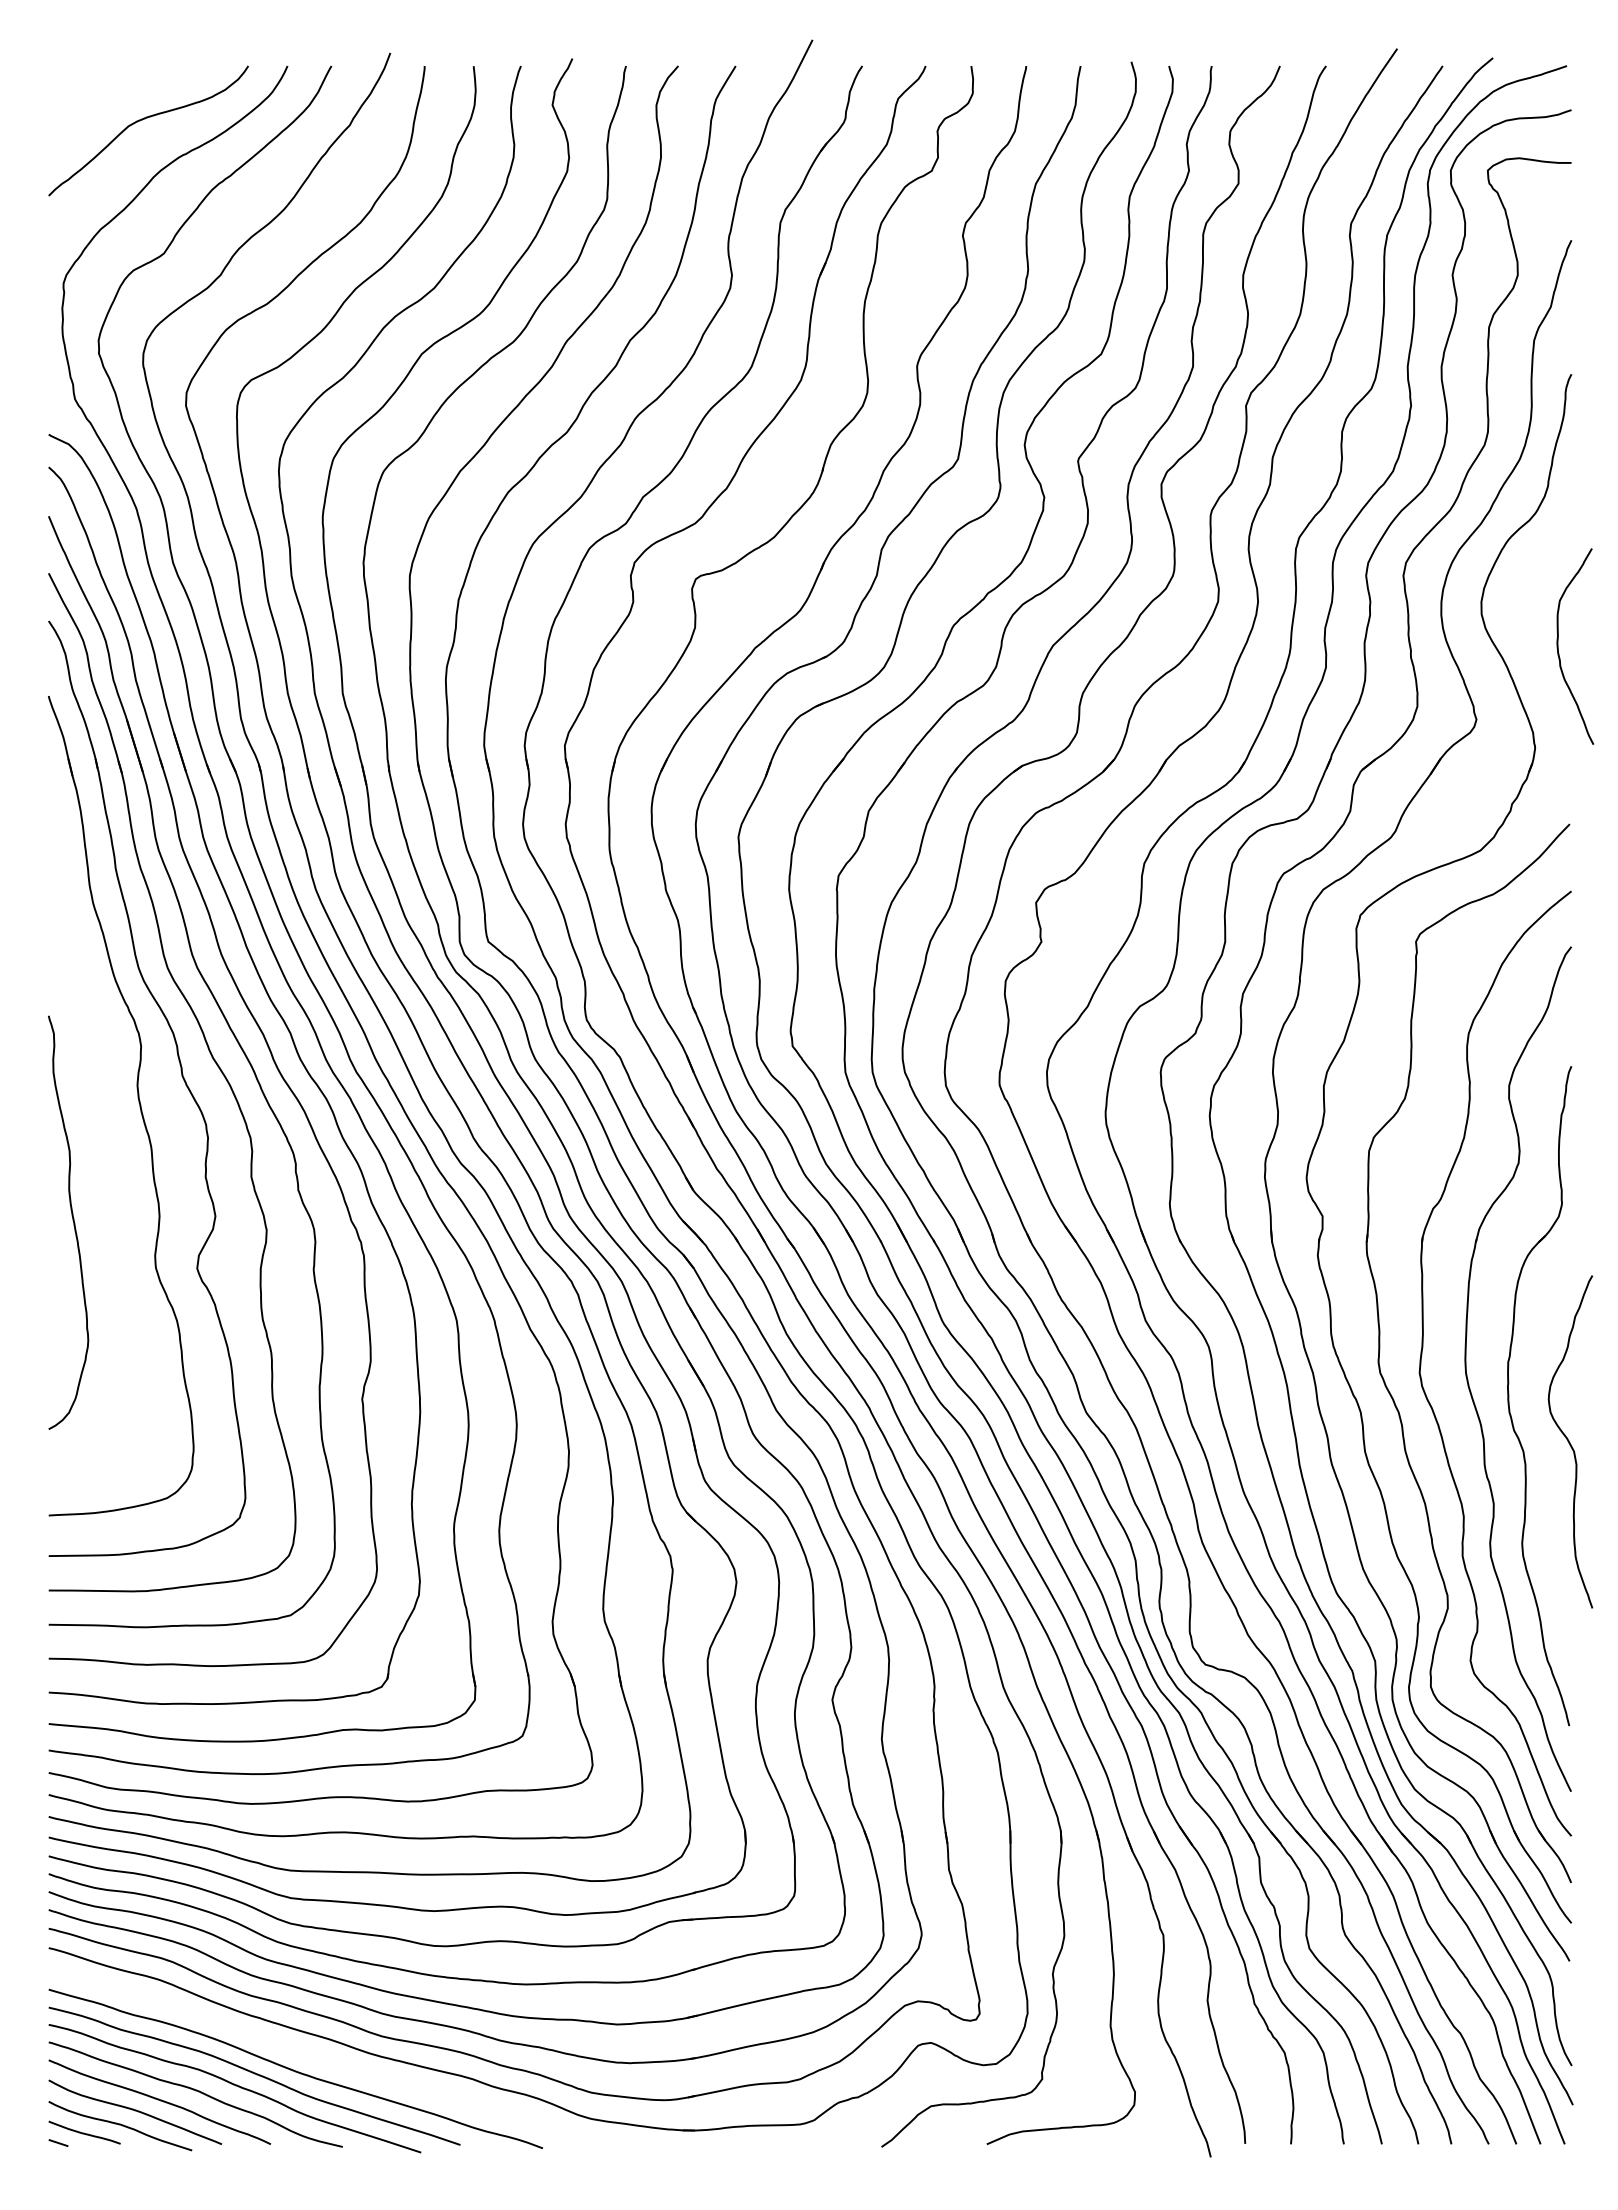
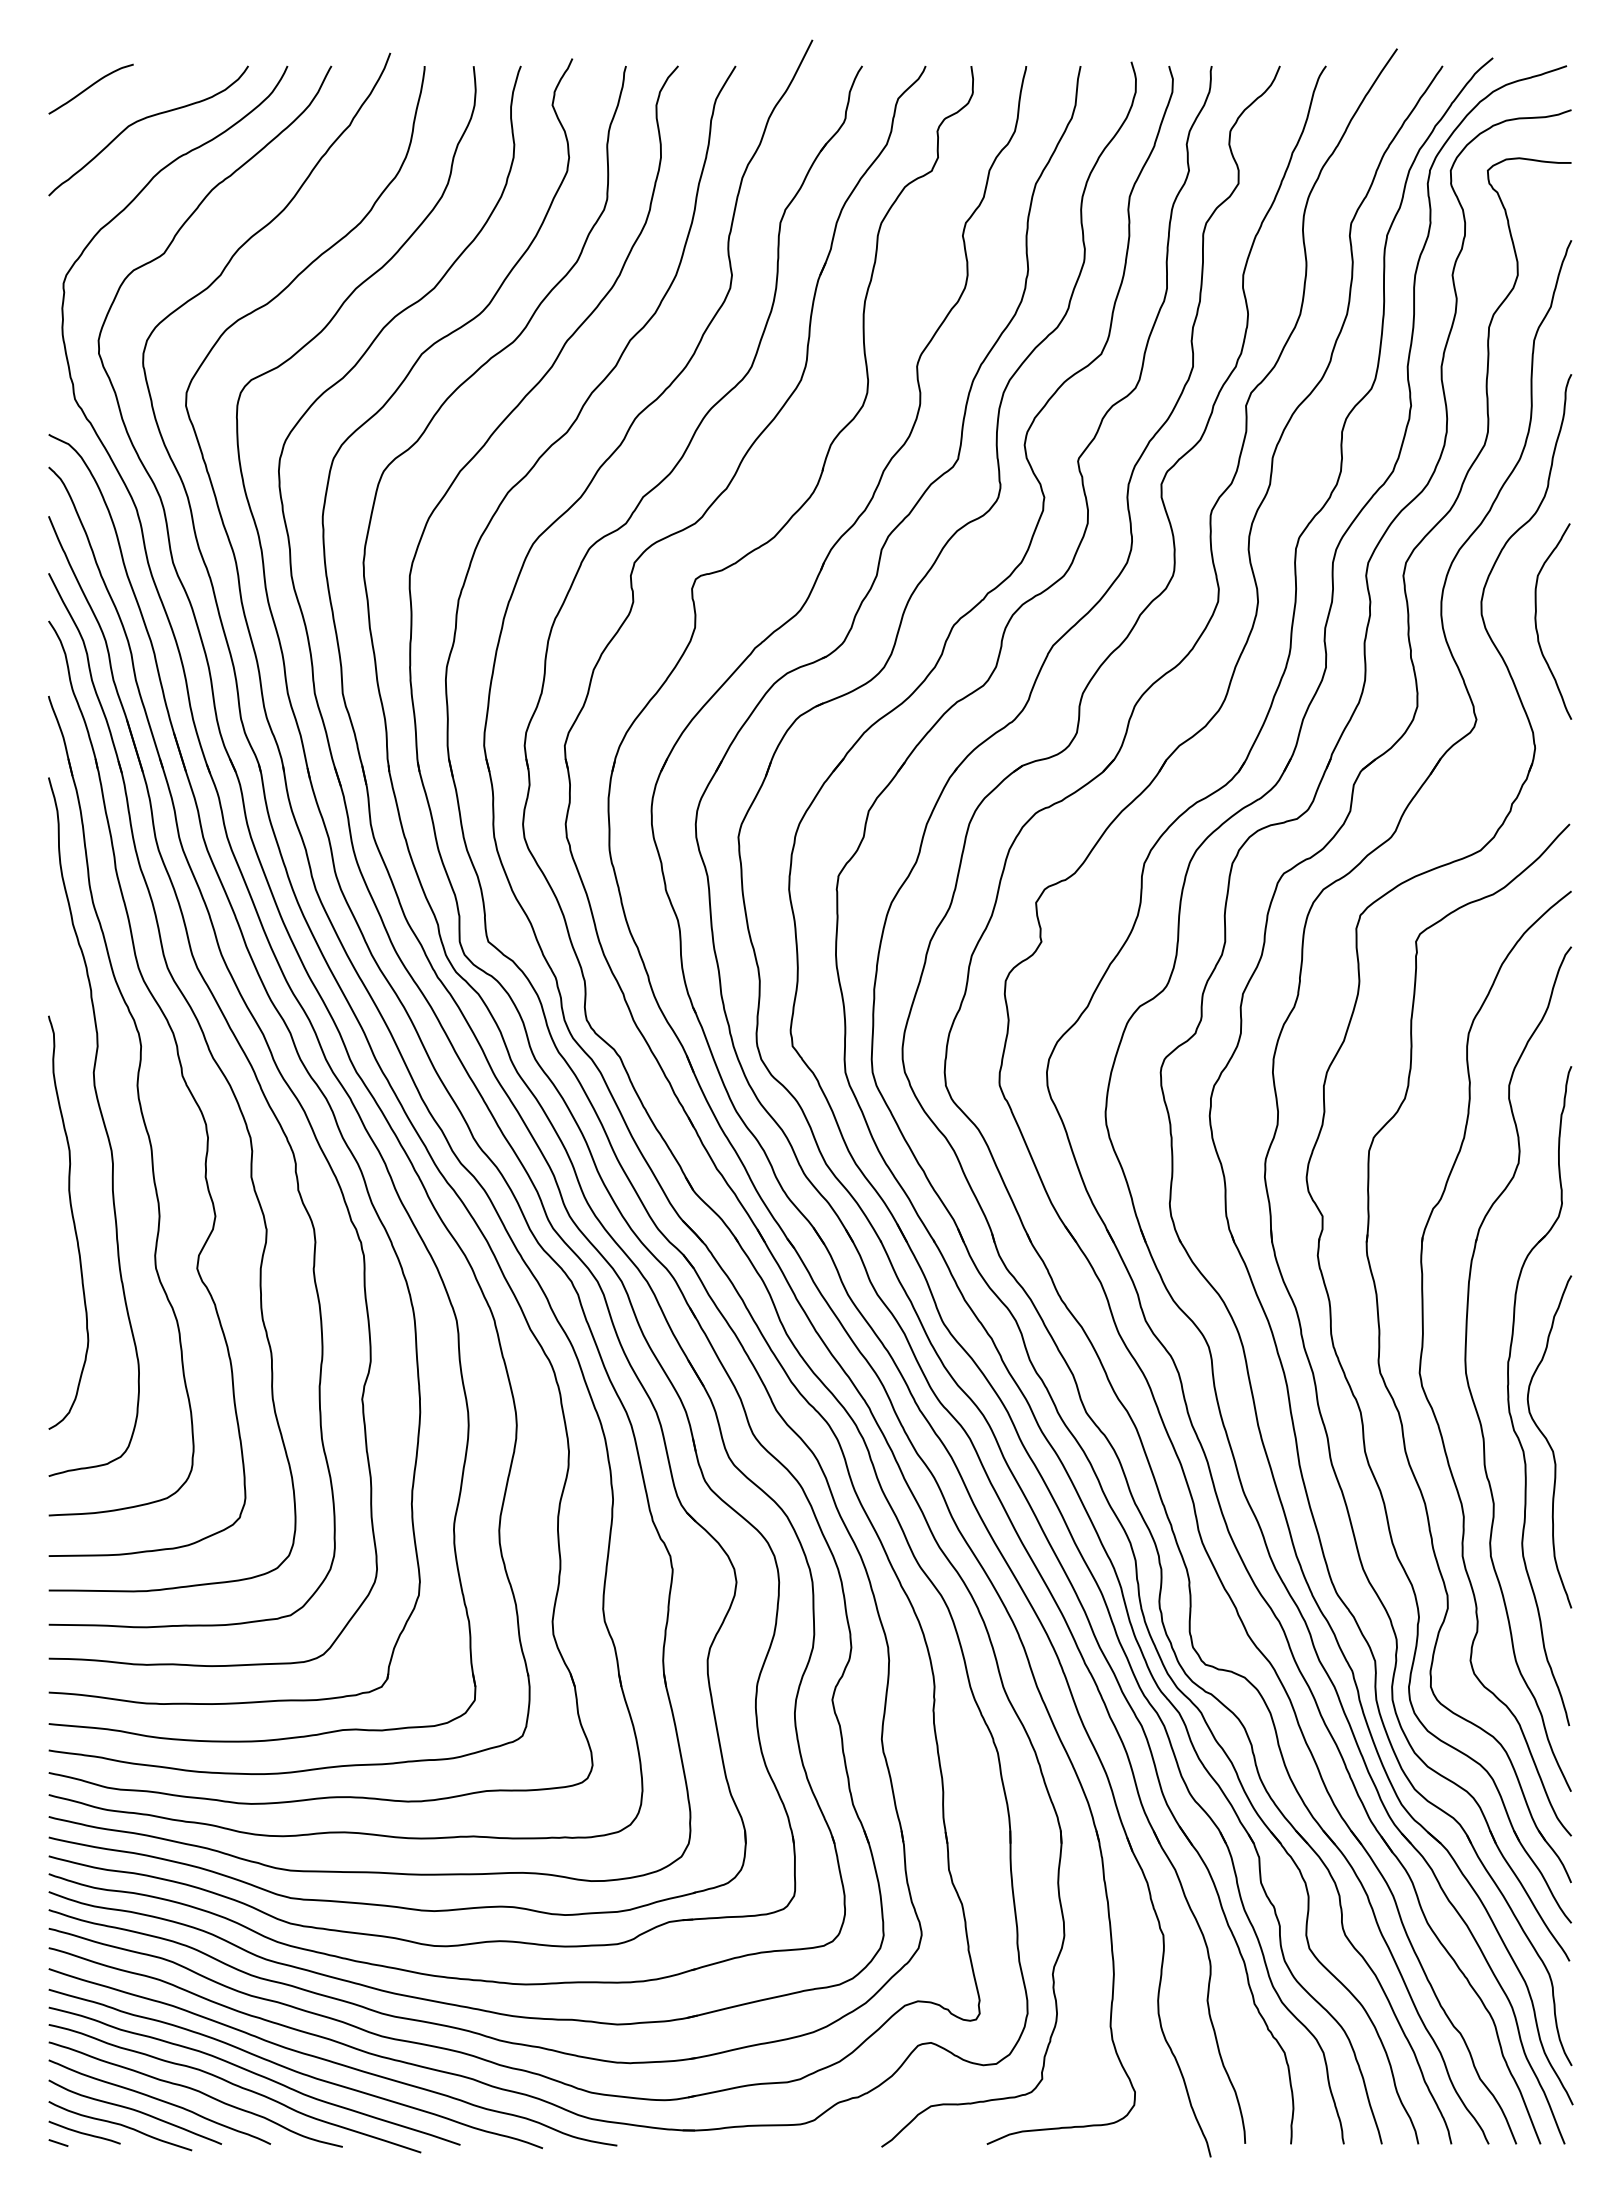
curve at (90, 87): none -> present
curve at (1558, 646) position: (1558, 646) -> (1536, 621)
curve at (103, 1125): none -> present
curve at (1569, 1441) position: (1569, 1441) -> (1548, 1441)
curve at (331, 2060): none -> present
